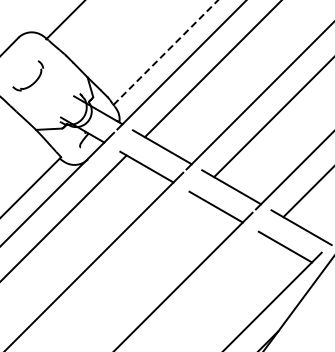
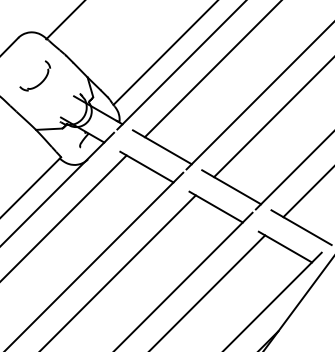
line at (165, 52): dashed -> solid
part at (34, 81) position: (34, 81) -> (41, 81)
line at (118, 271): none -> present
line at (208, 291): none -> present
